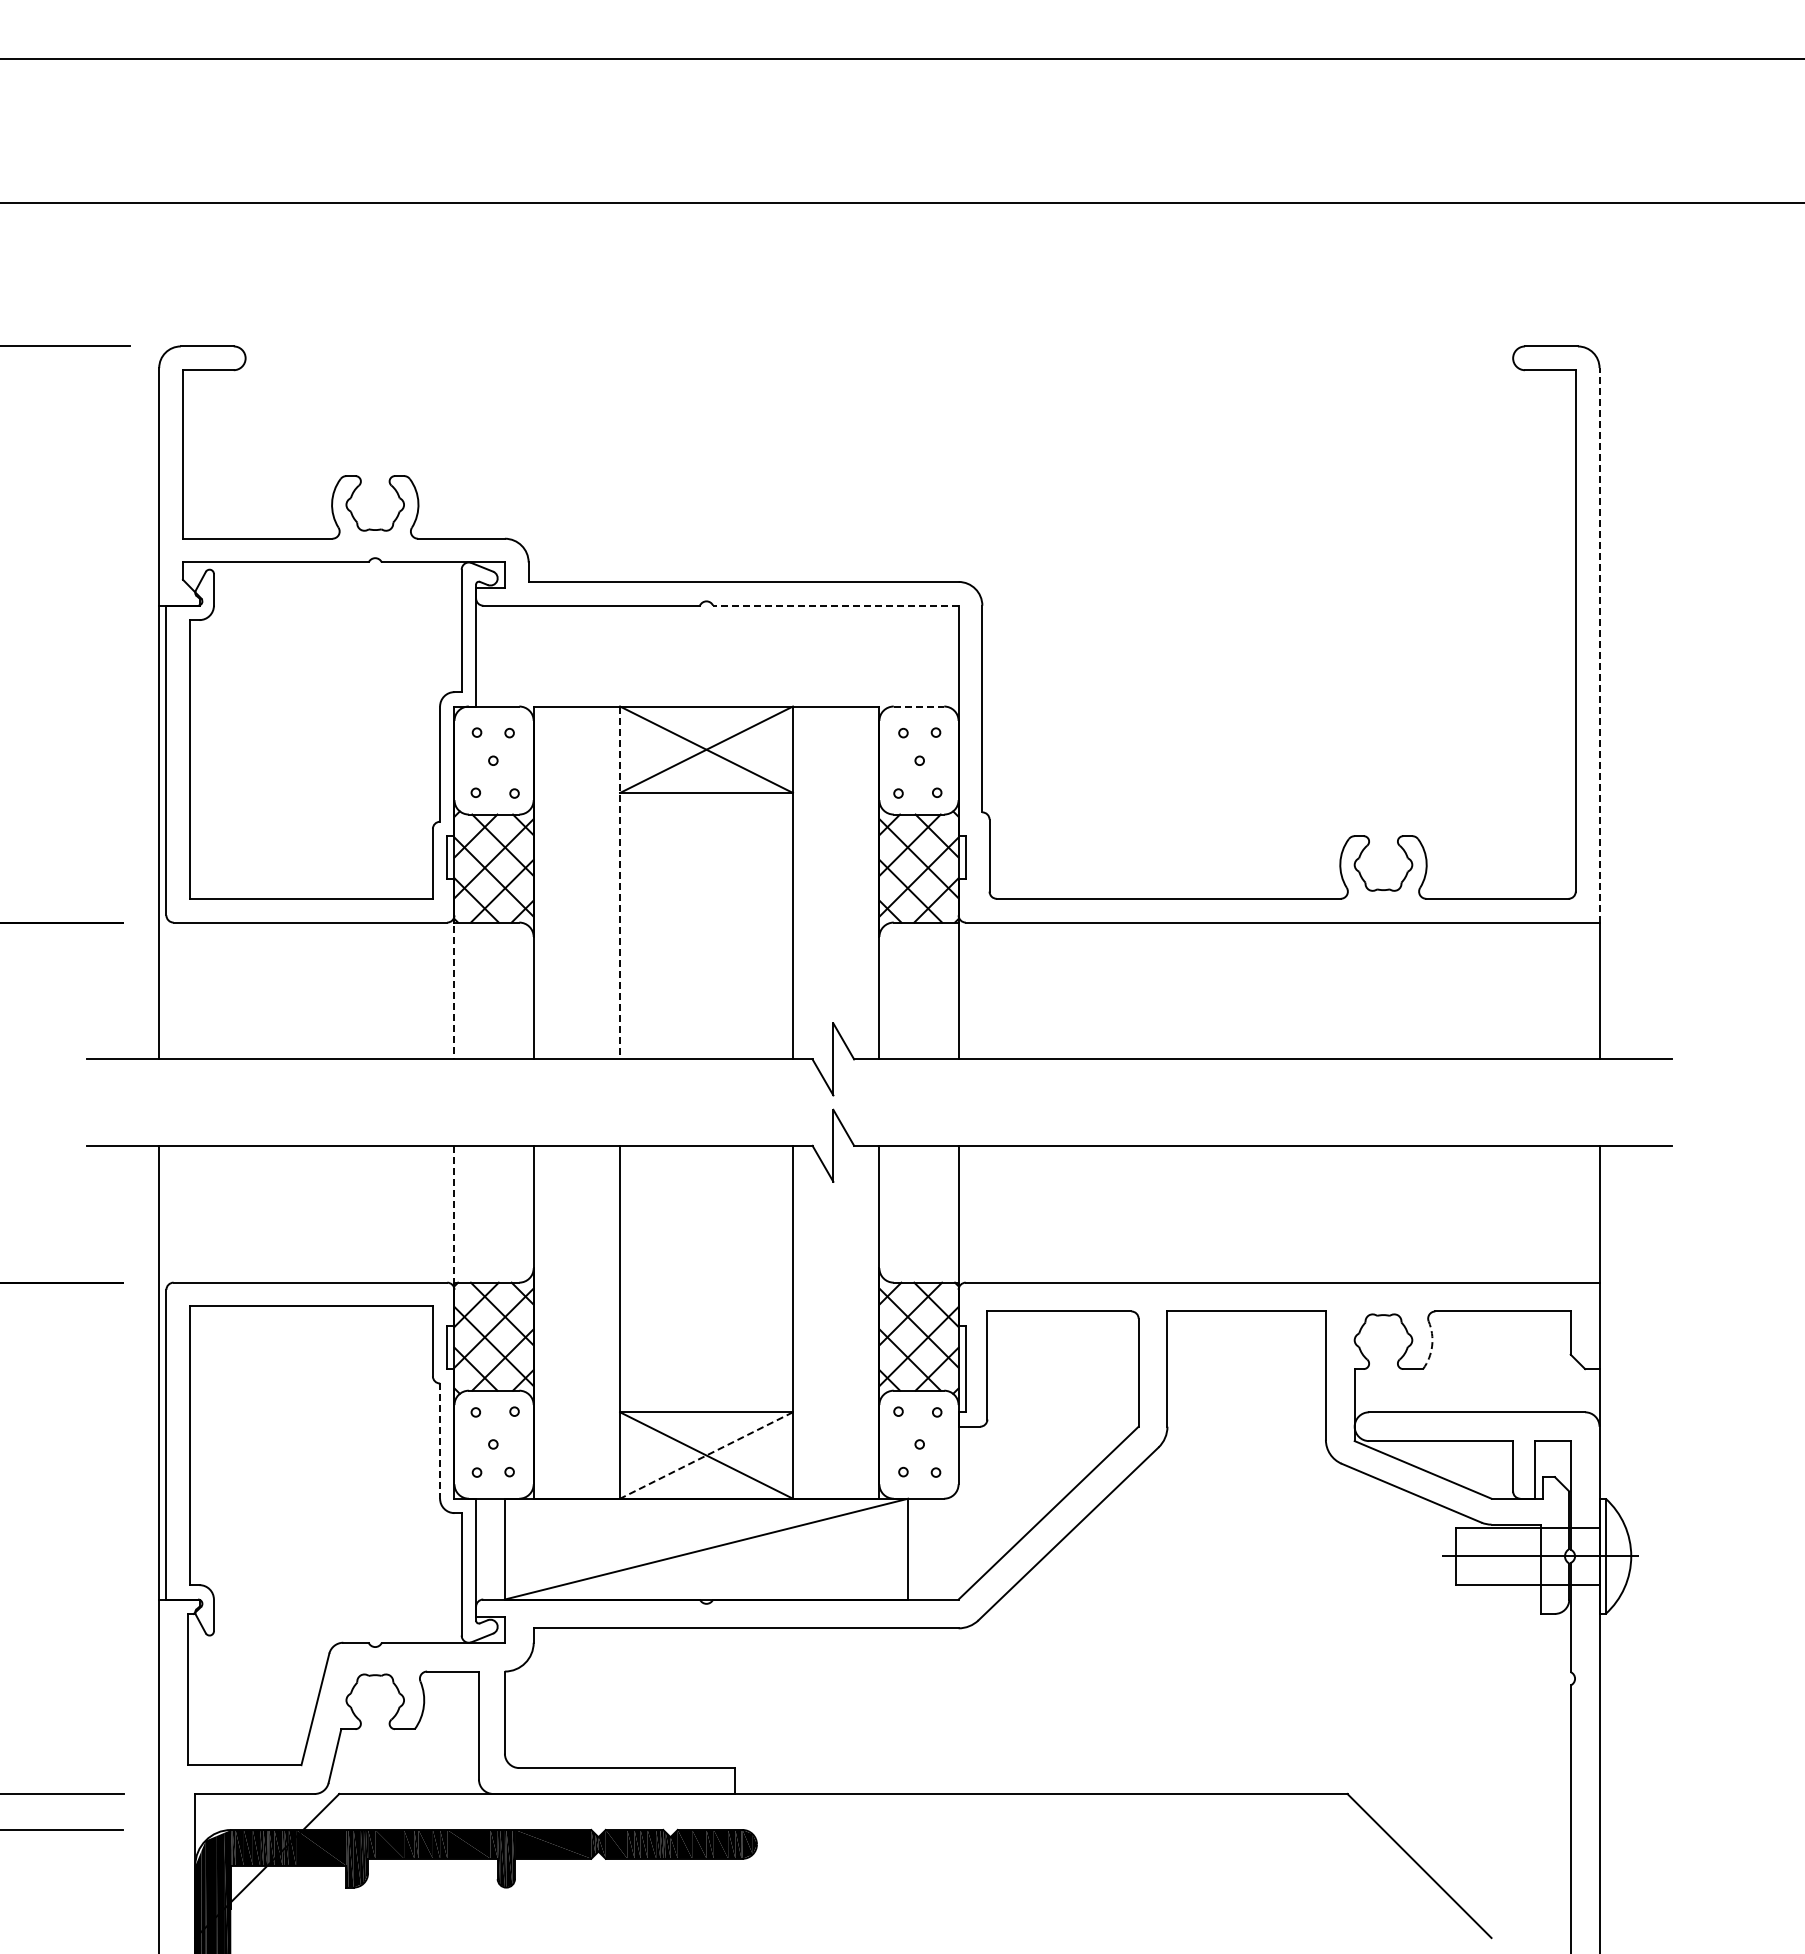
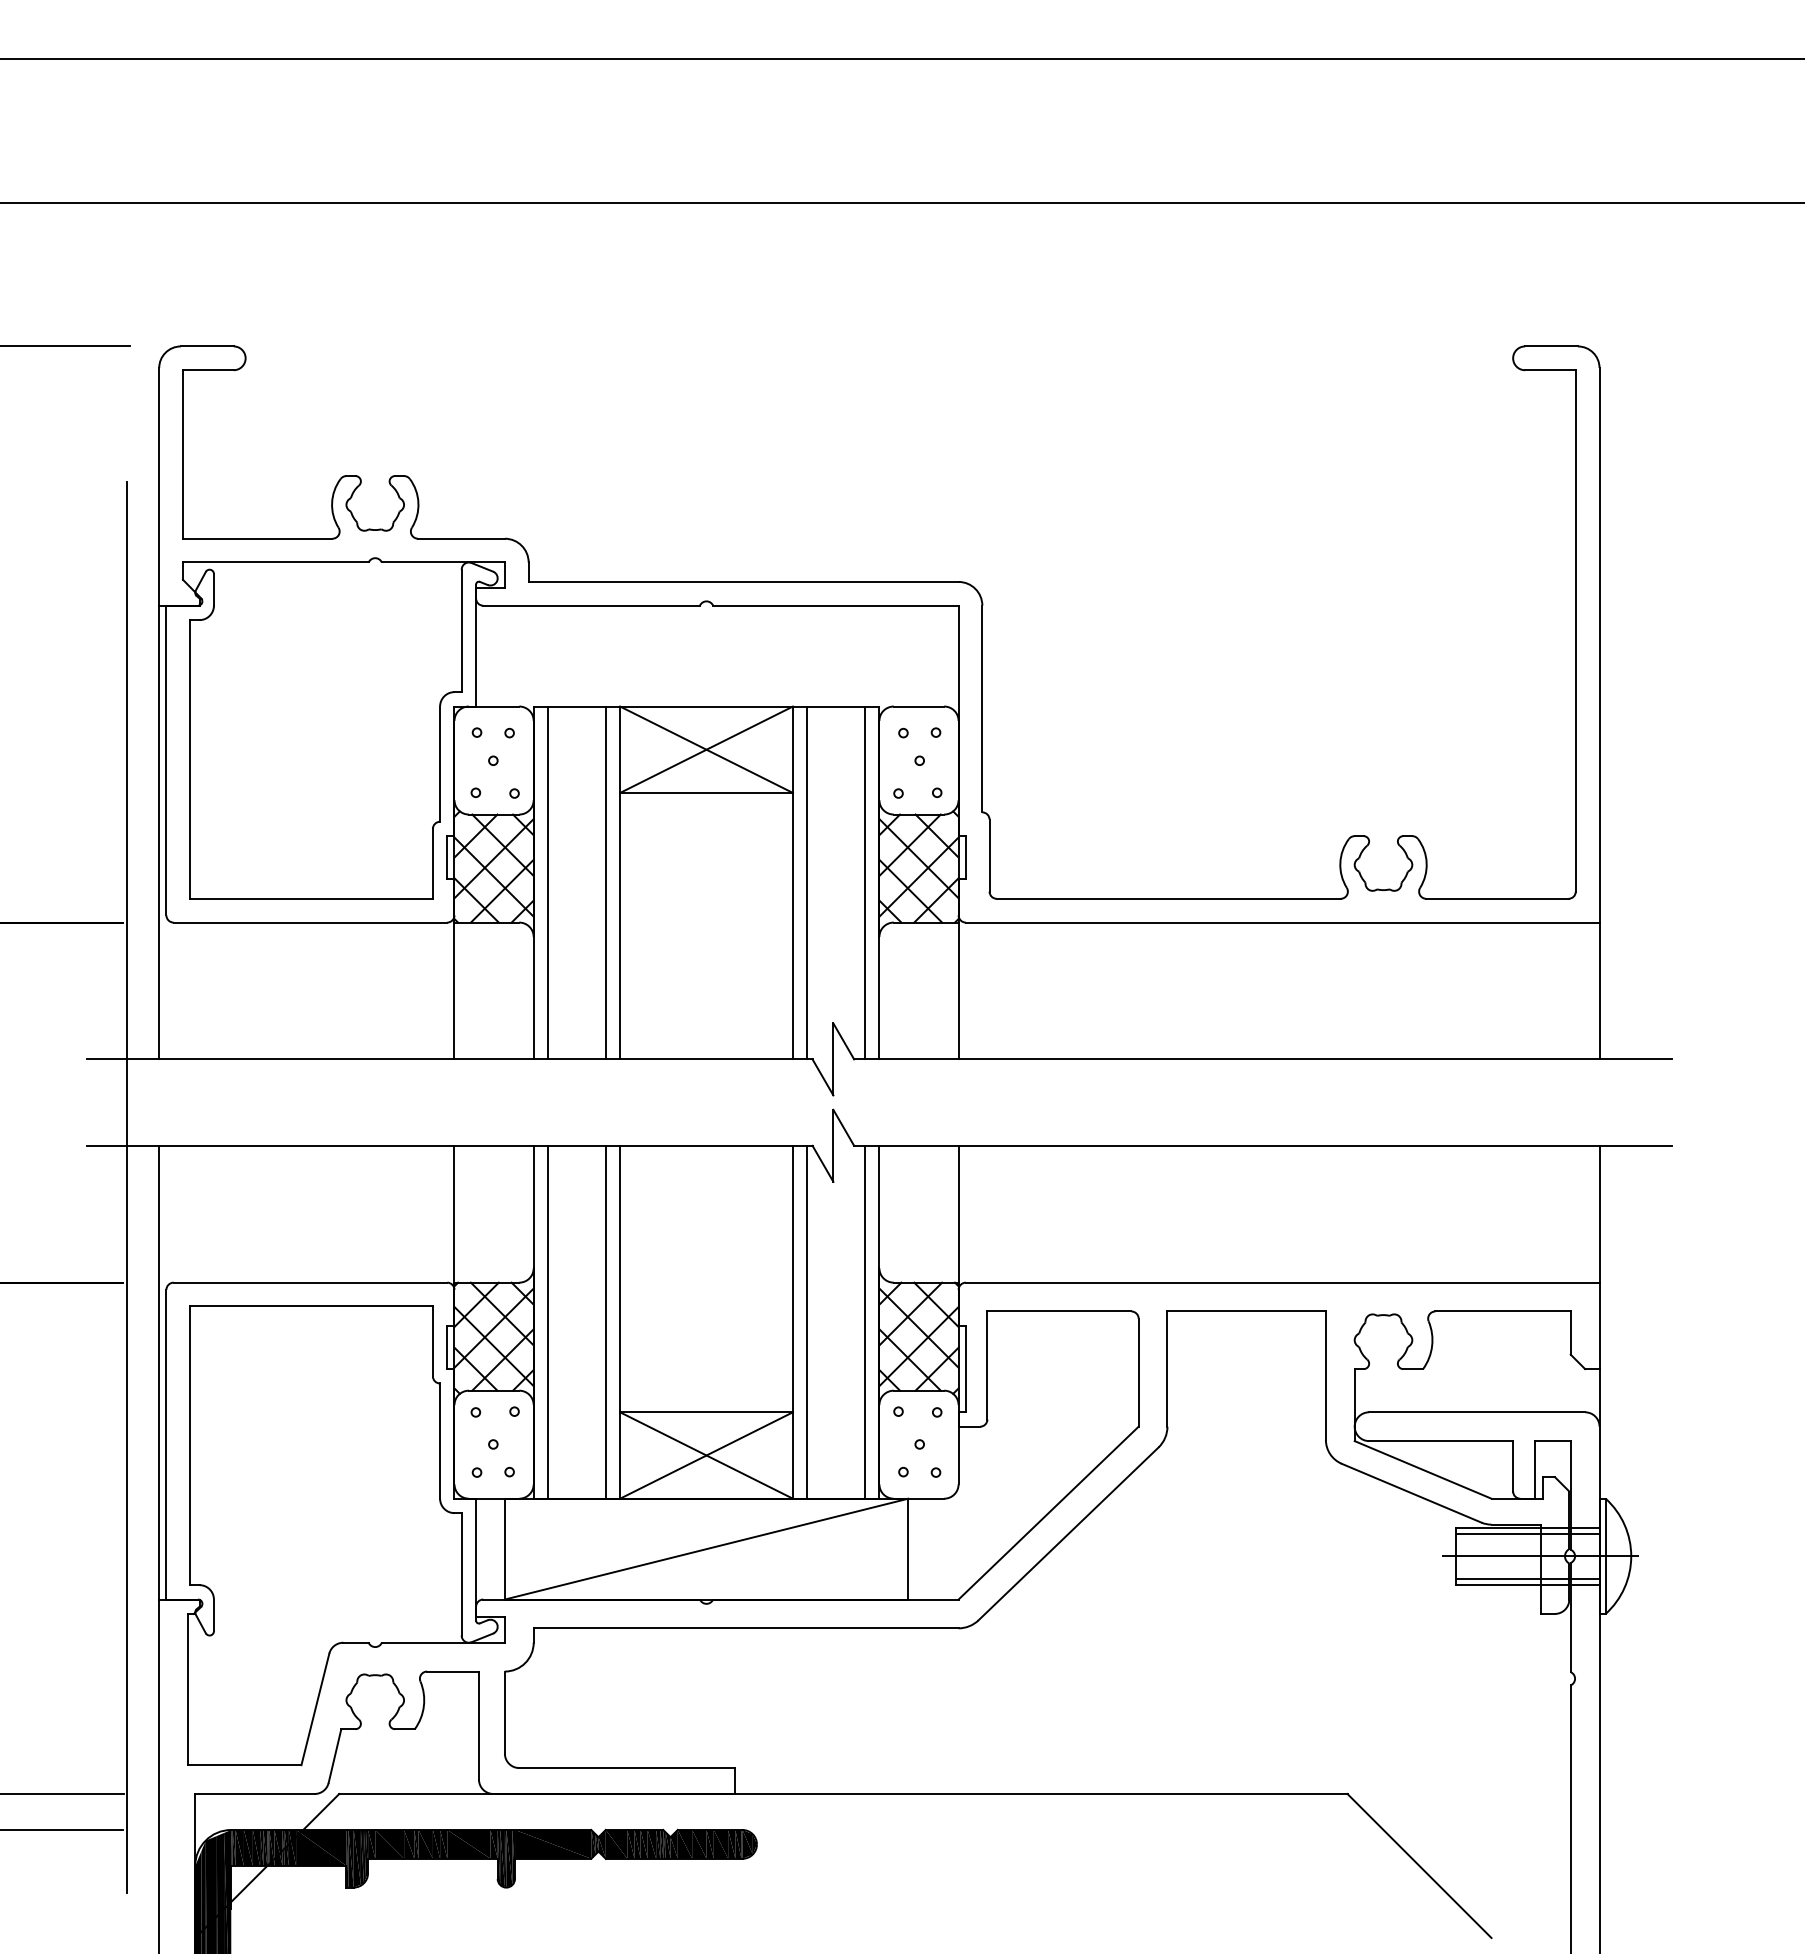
line at (835, 605): dashed -> solid
line at (1599, 644): dashed -> solid
line at (919, 706): dashed -> solid
line at (548, 882): none -> present
line at (605, 882): none -> present
line at (807, 882): none -> present
line at (864, 882): none -> present
line at (620, 883): dashed -> solid
line at (454, 987): dashed -> solid
line at (127, 1187): none -> present
line at (454, 1218): dashed -> solid
line at (548, 1321): none -> present
line at (605, 1321): none -> present
line at (807, 1321): none -> present
line at (864, 1321): none -> present
arc at (1432, 1346): dashed -> solid
line at (440, 1441): dashed -> solid
line at (706, 1455): dashed -> solid
line at (1527, 1533): none -> present
line at (1527, 1579): none -> present
